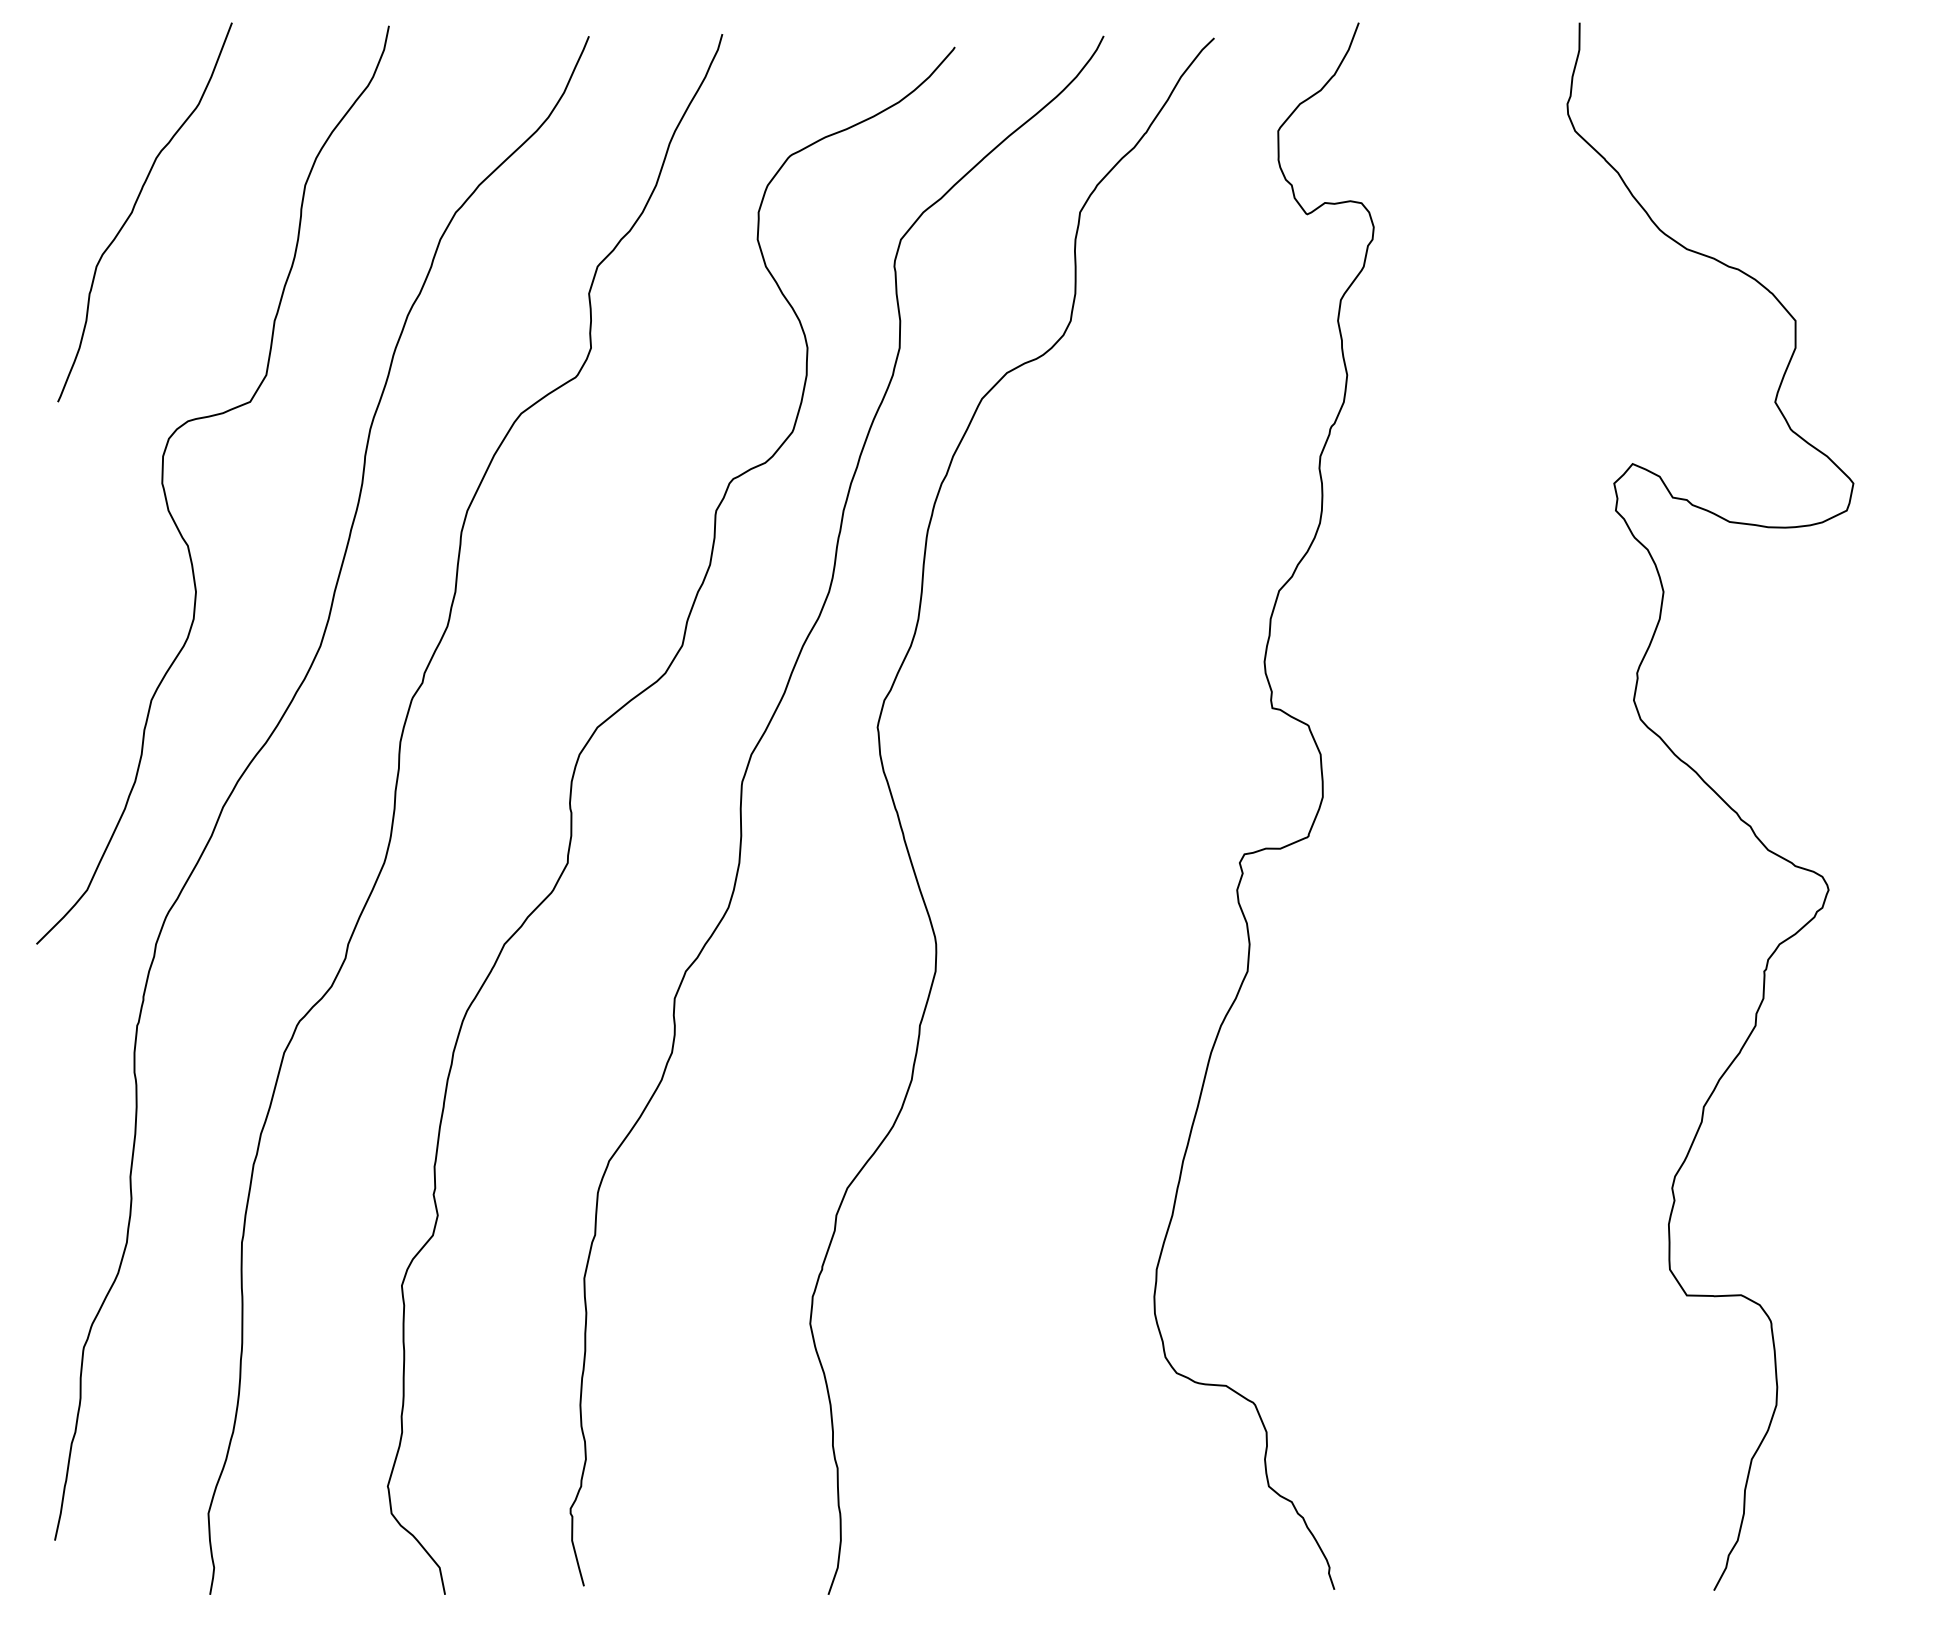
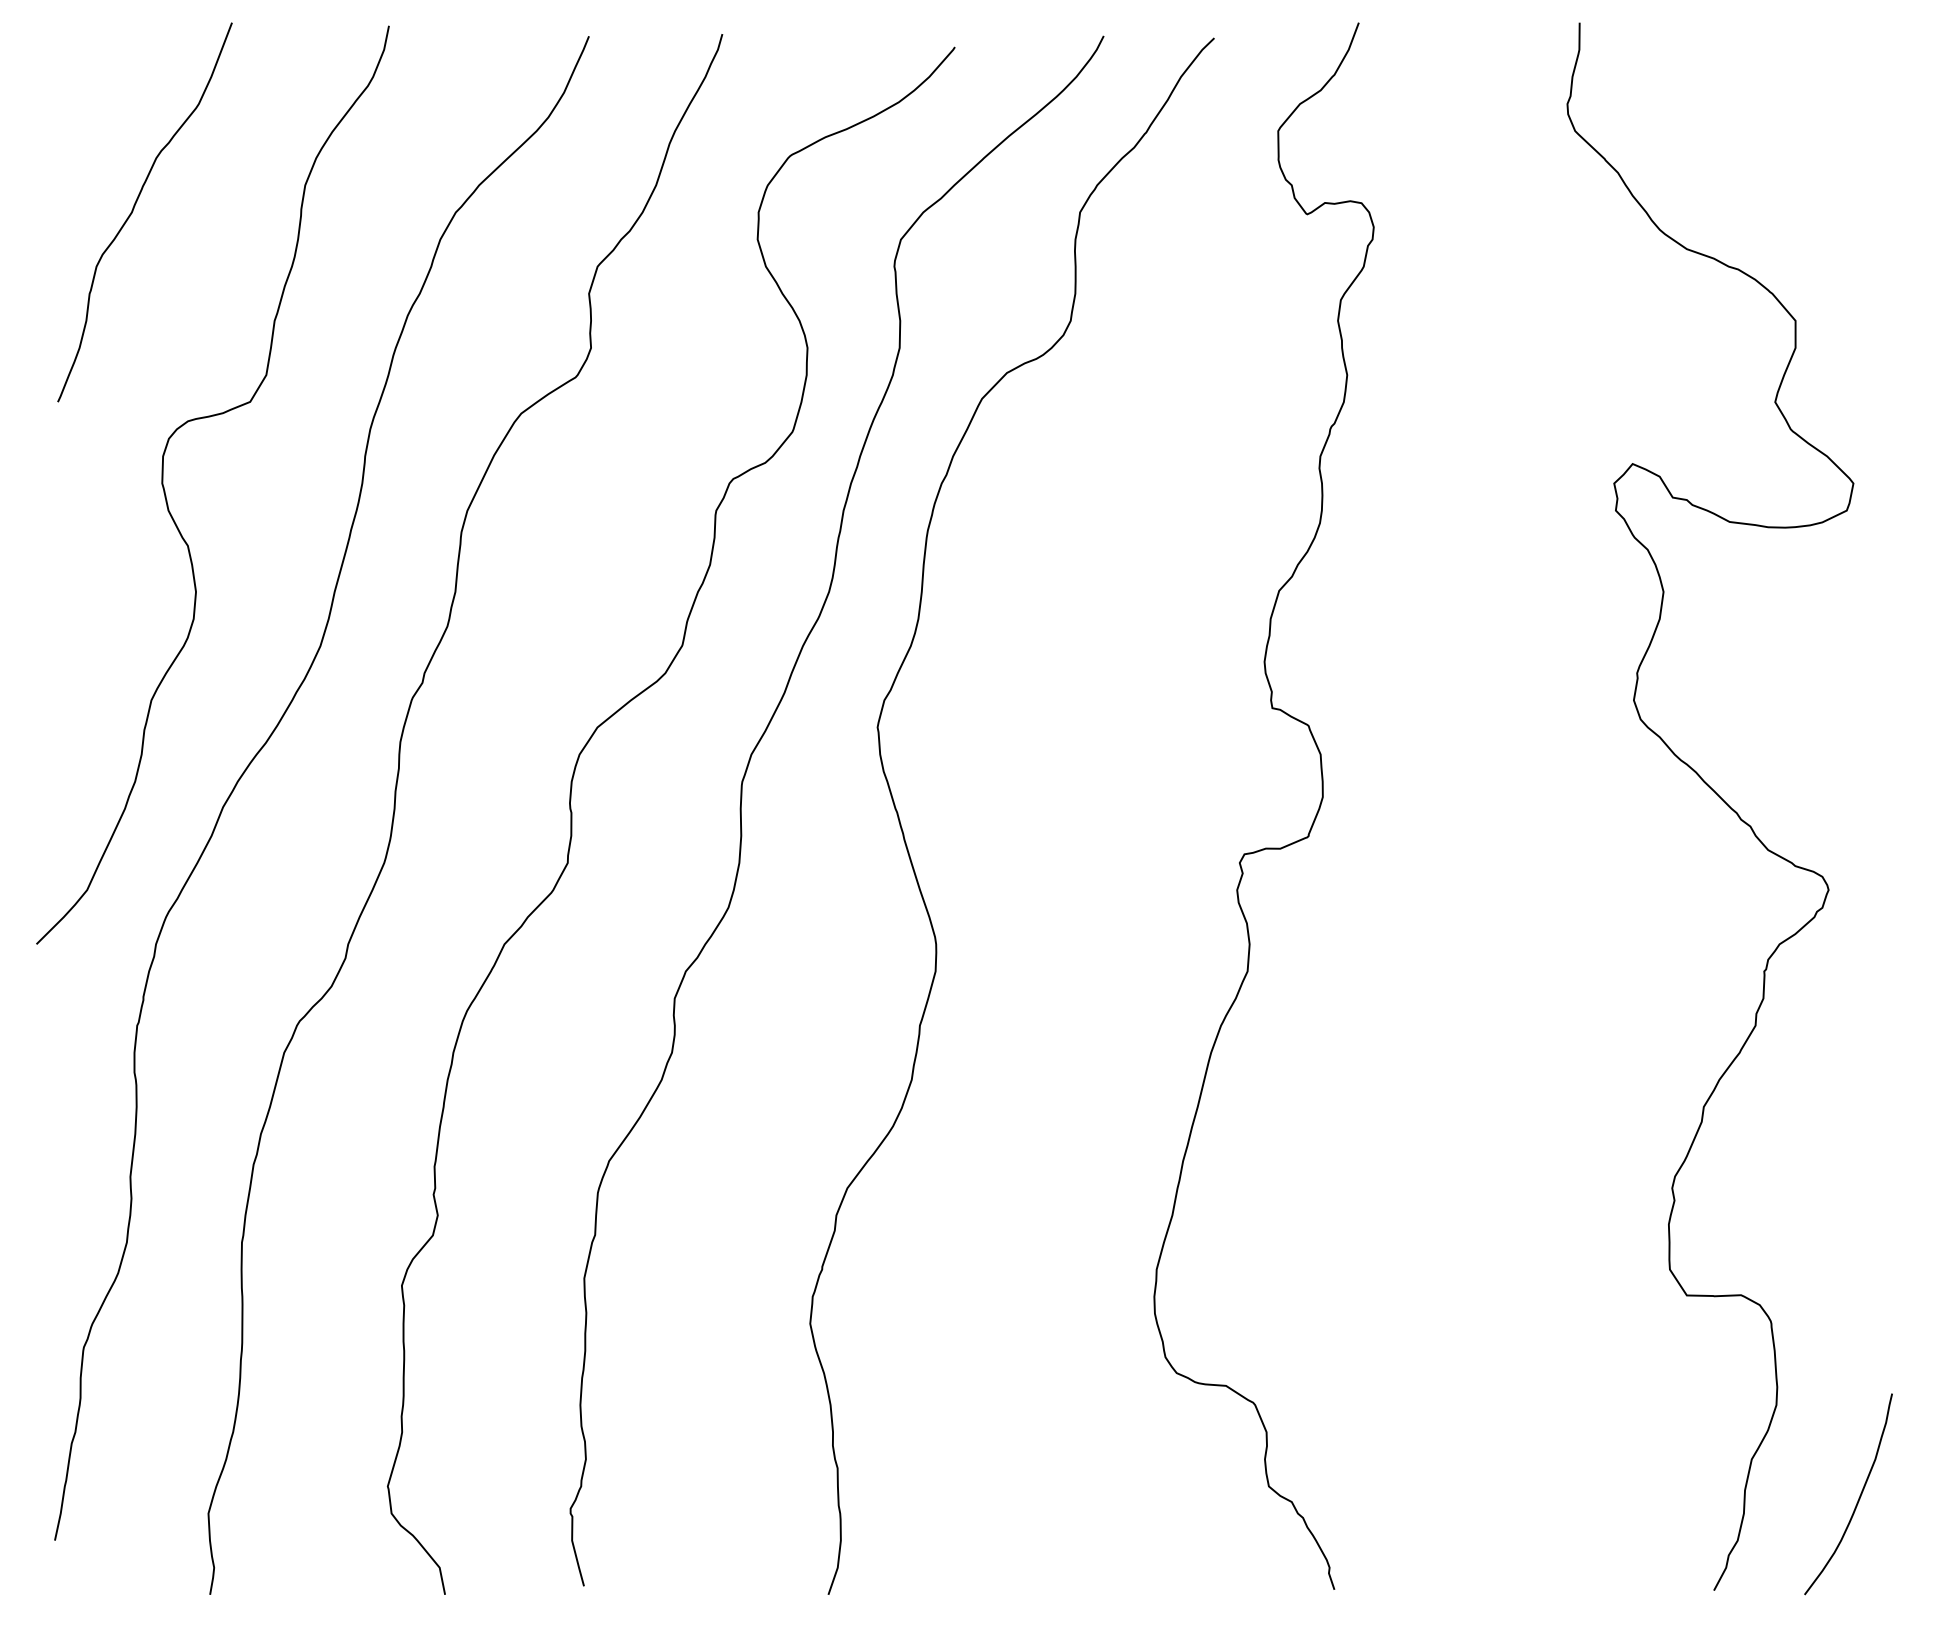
curve at (1858, 1498): none -> present
